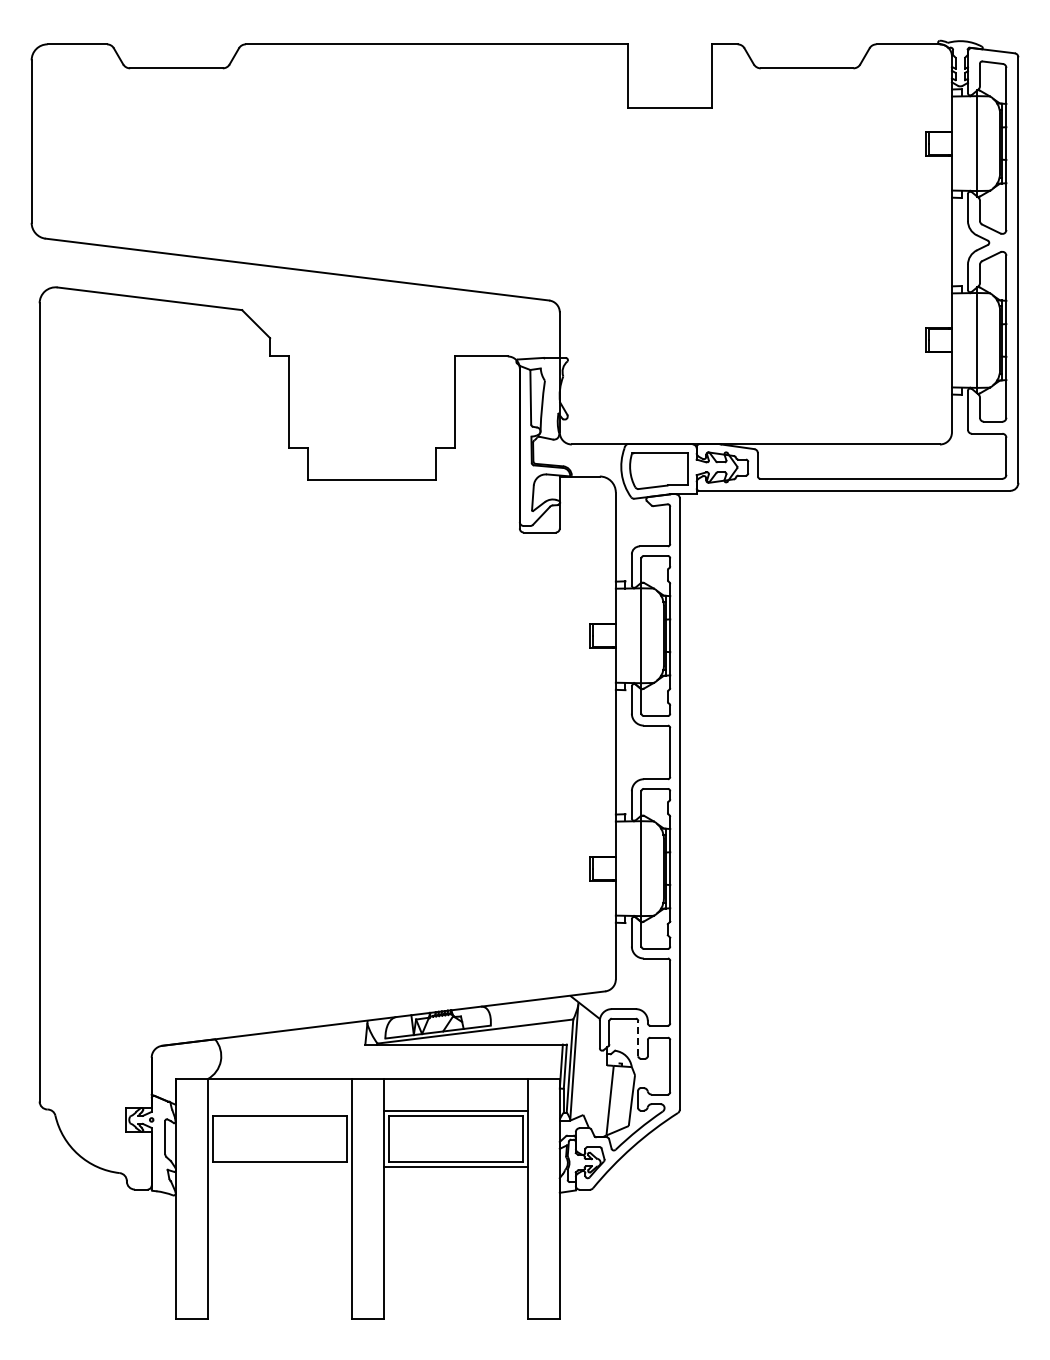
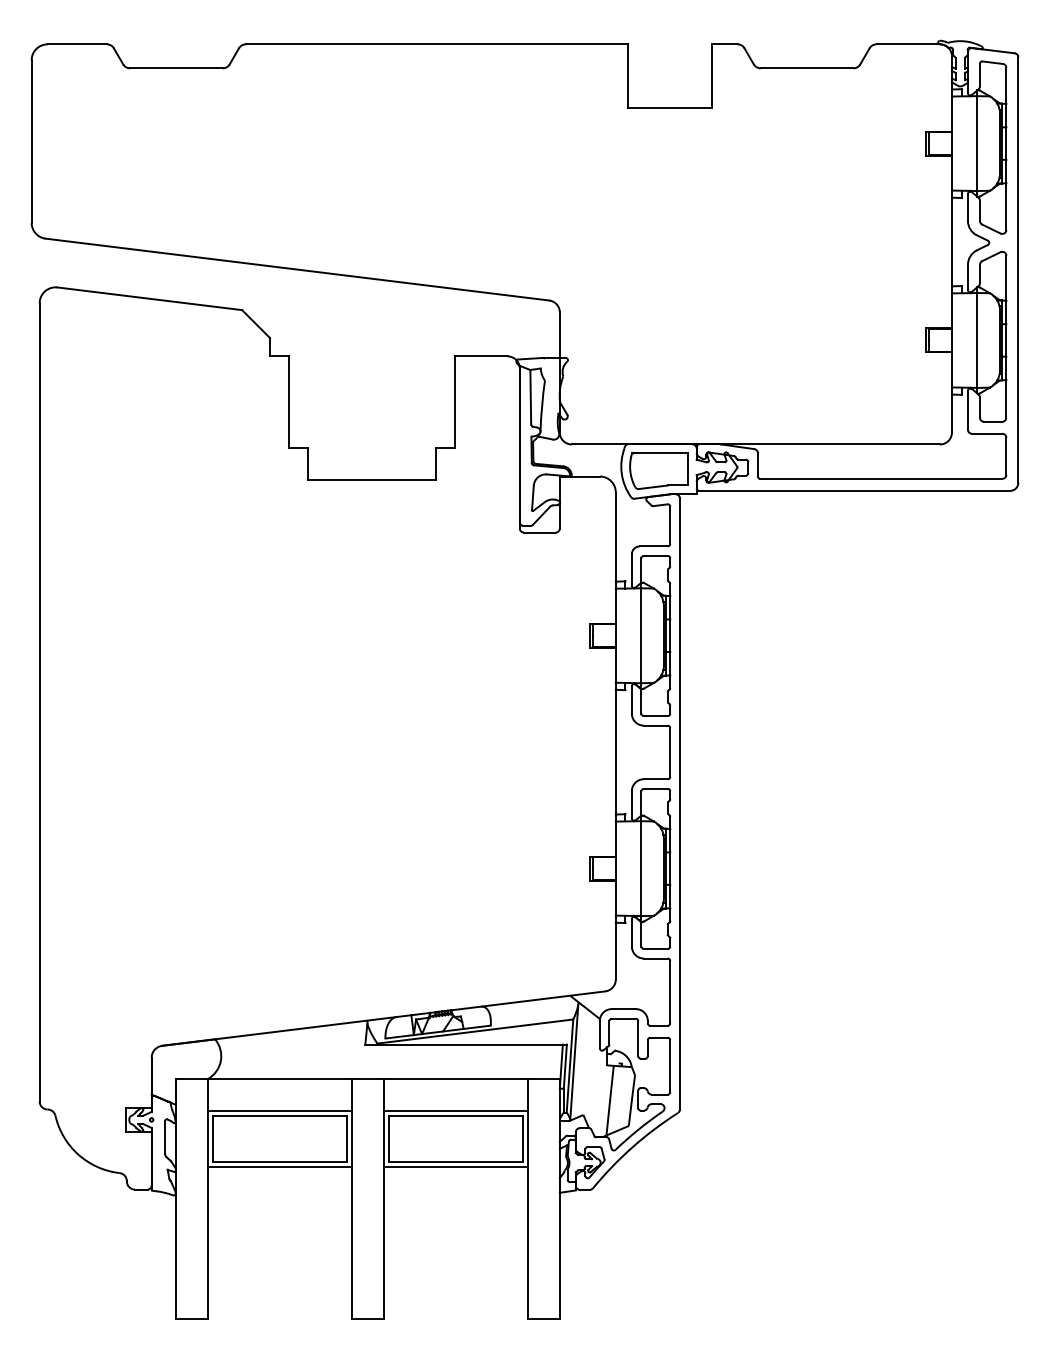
line at (638, 1038): dashed -> solid
line at (279, 1111): none -> present
line at (279, 1167): none -> present
